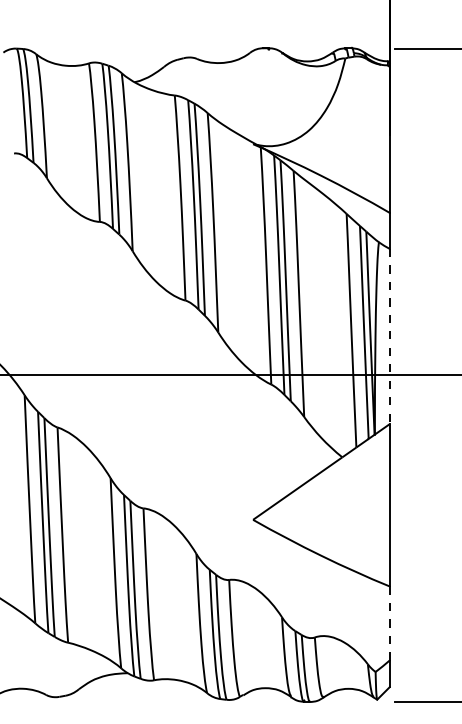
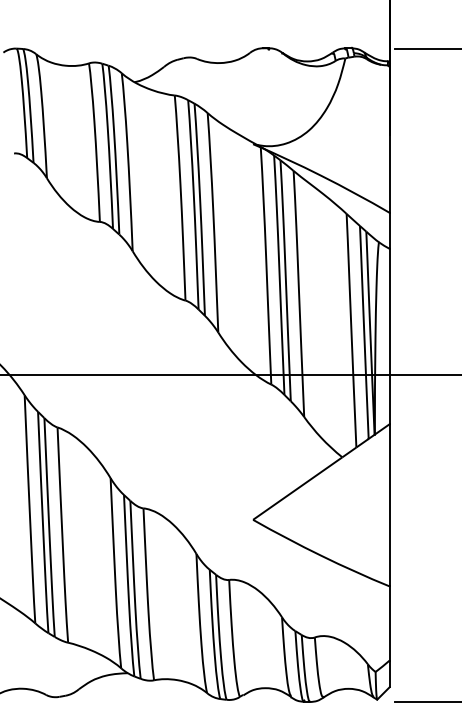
line at (389, 336): dashed -> solid
line at (389, 622): dashed -> solid
